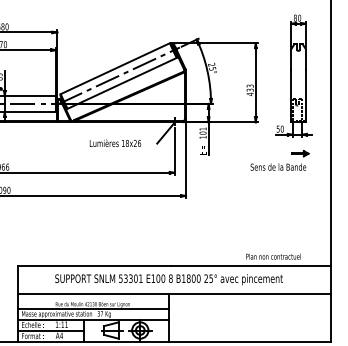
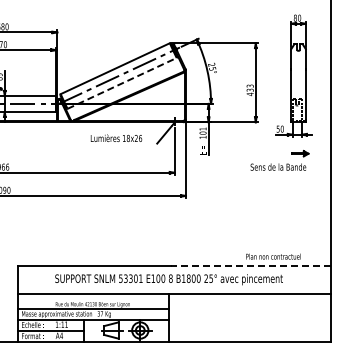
line at (122, 83): solid -> dashed
text at (115, 142) position: (115, 142) -> (116, 137)
line at (250, 265): solid -> dashed
